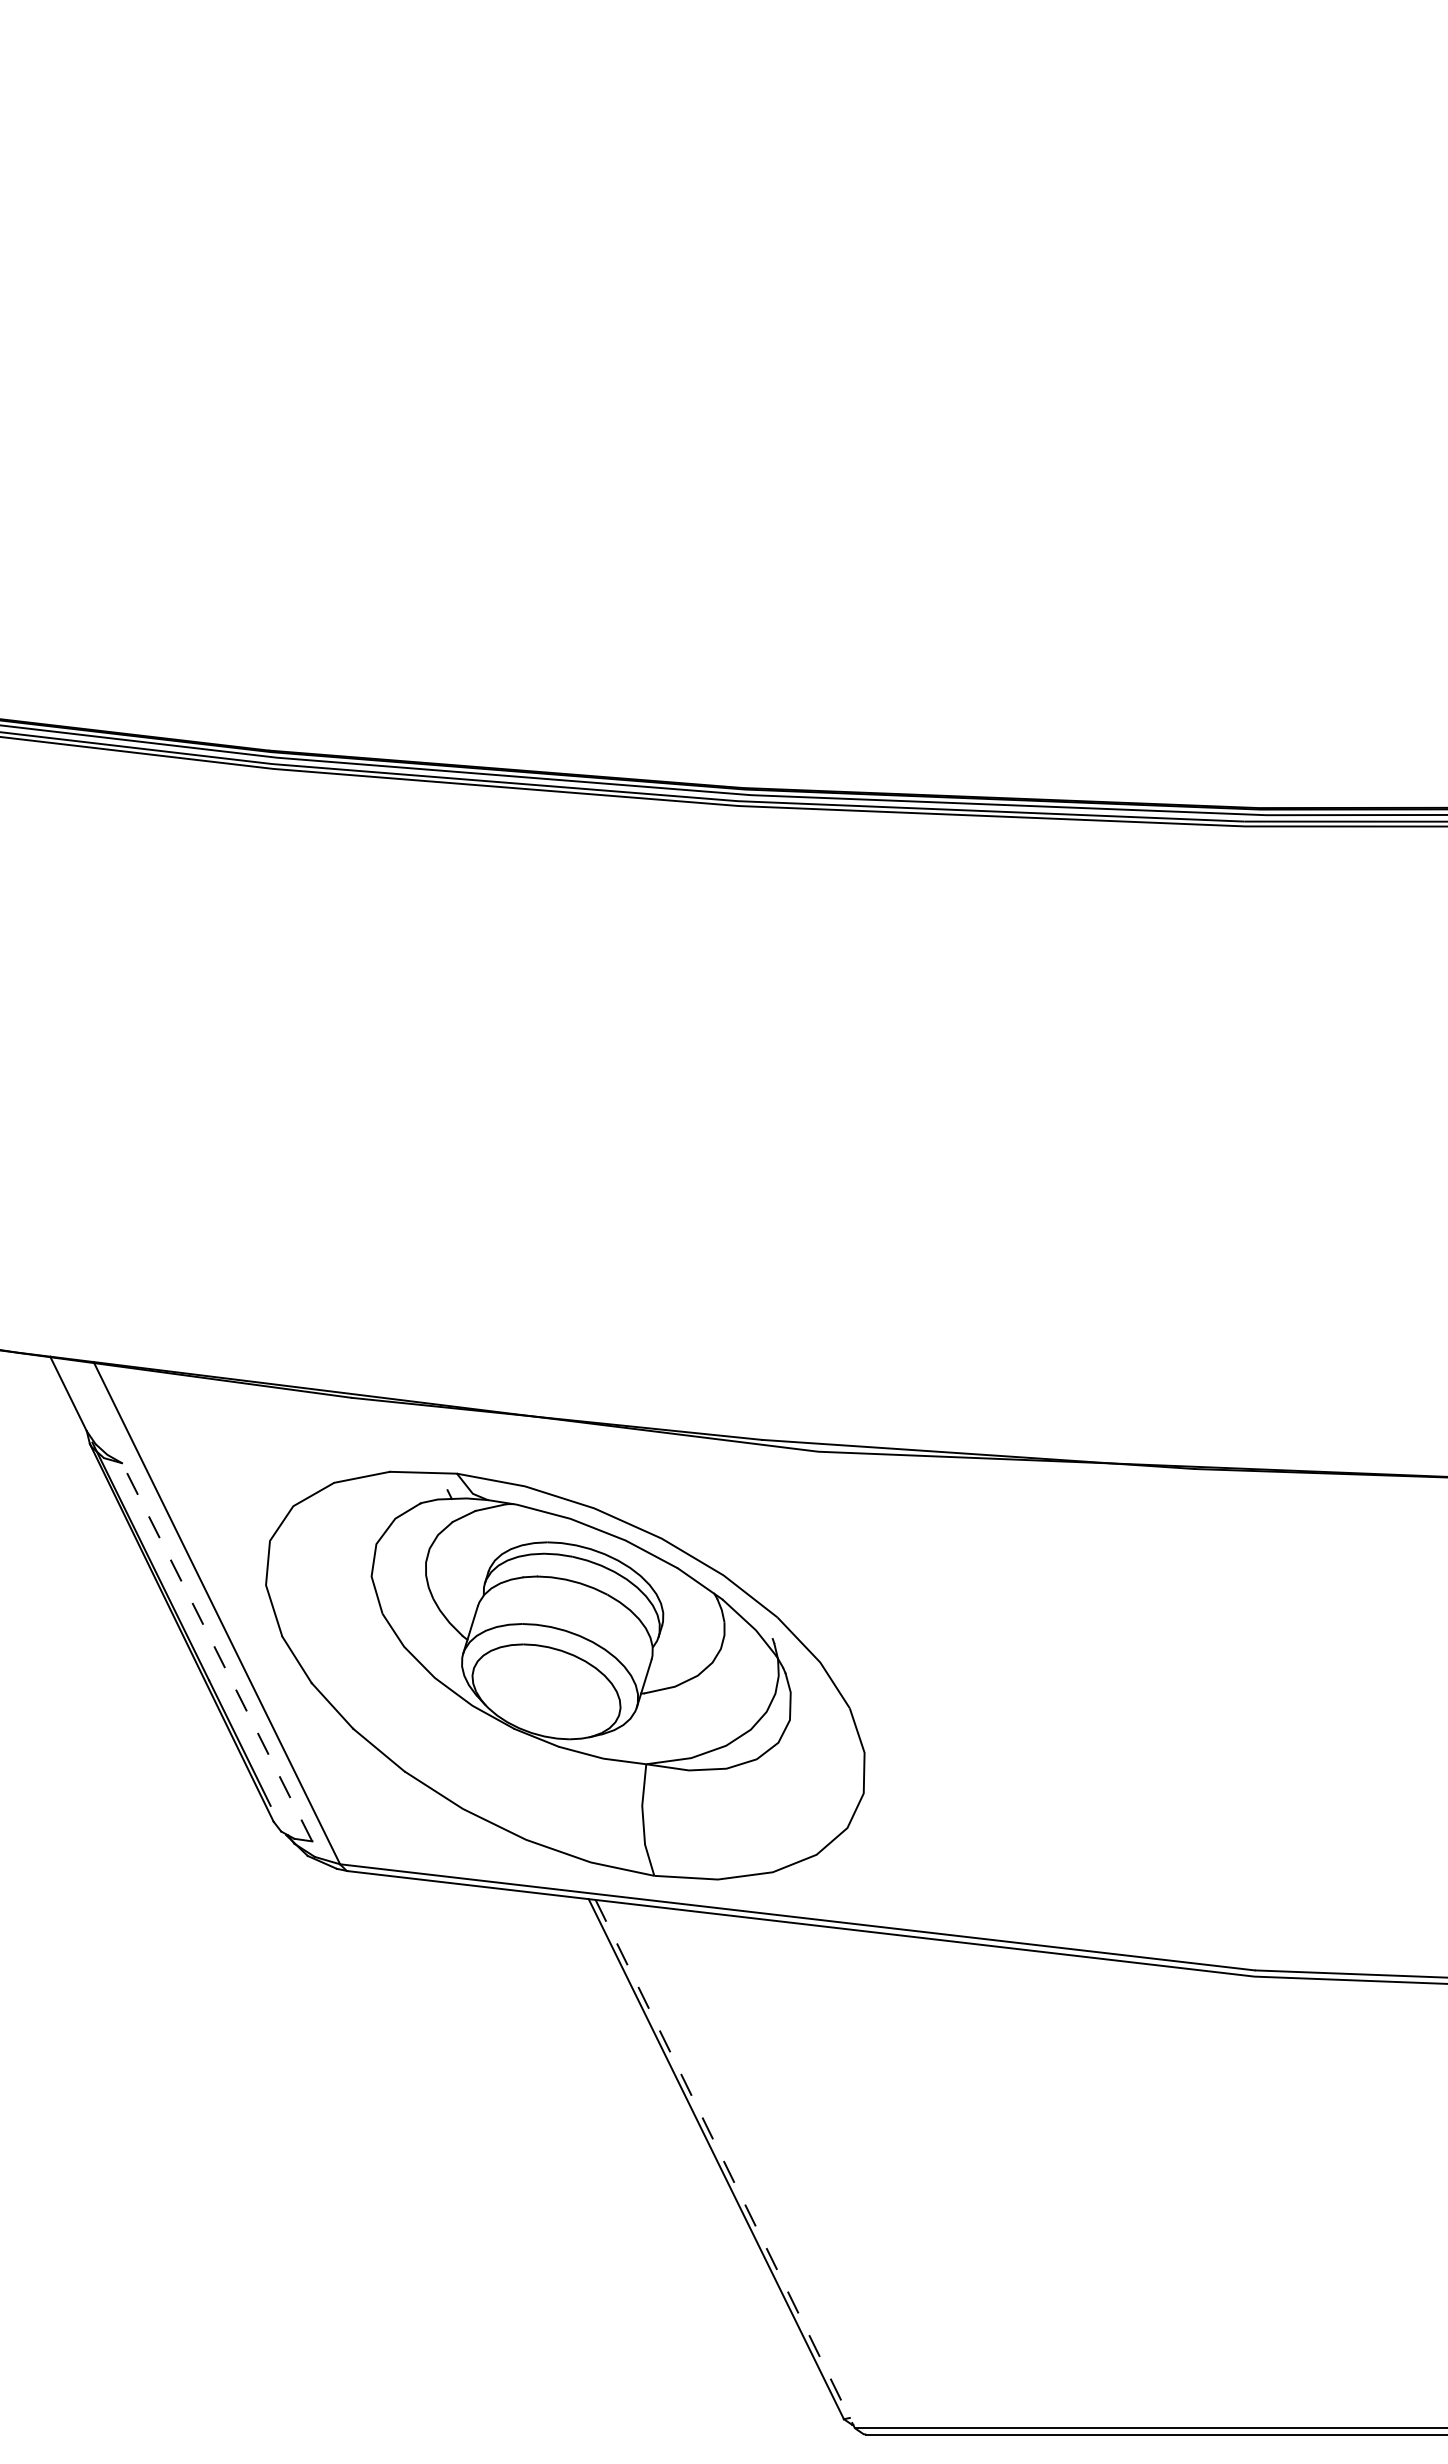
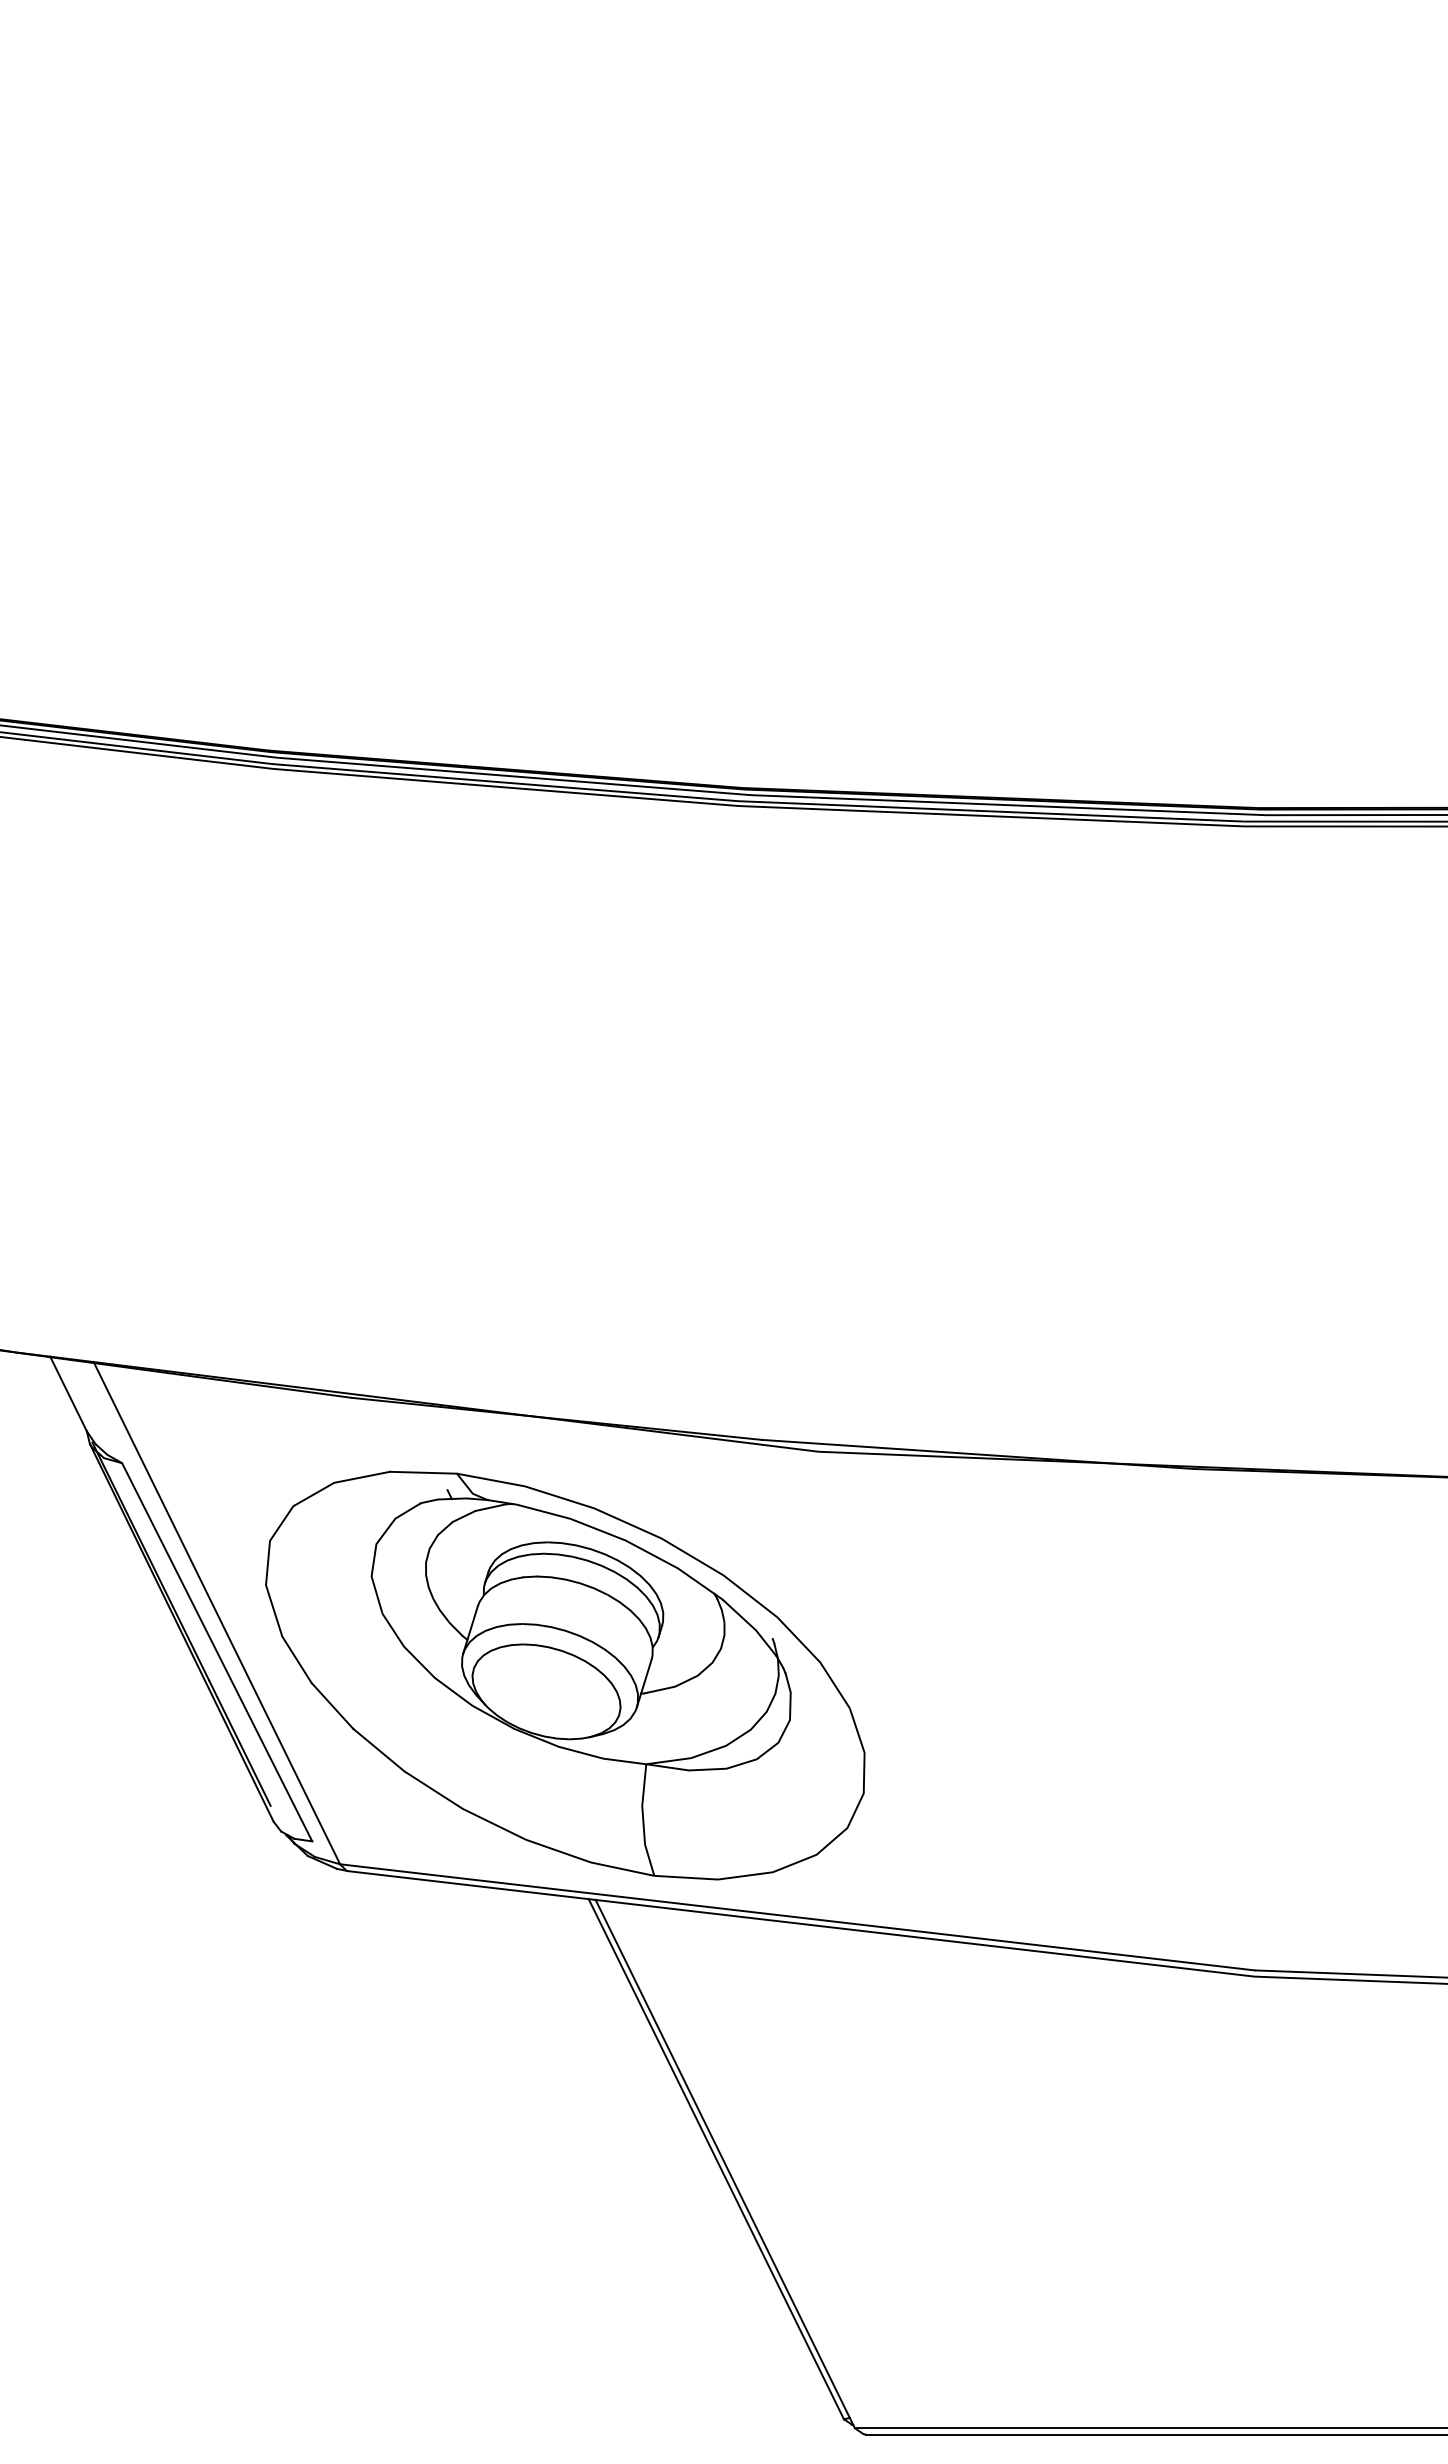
line at (216, 1651): dashed -> solid
line at (725, 2164): dashed -> solid
